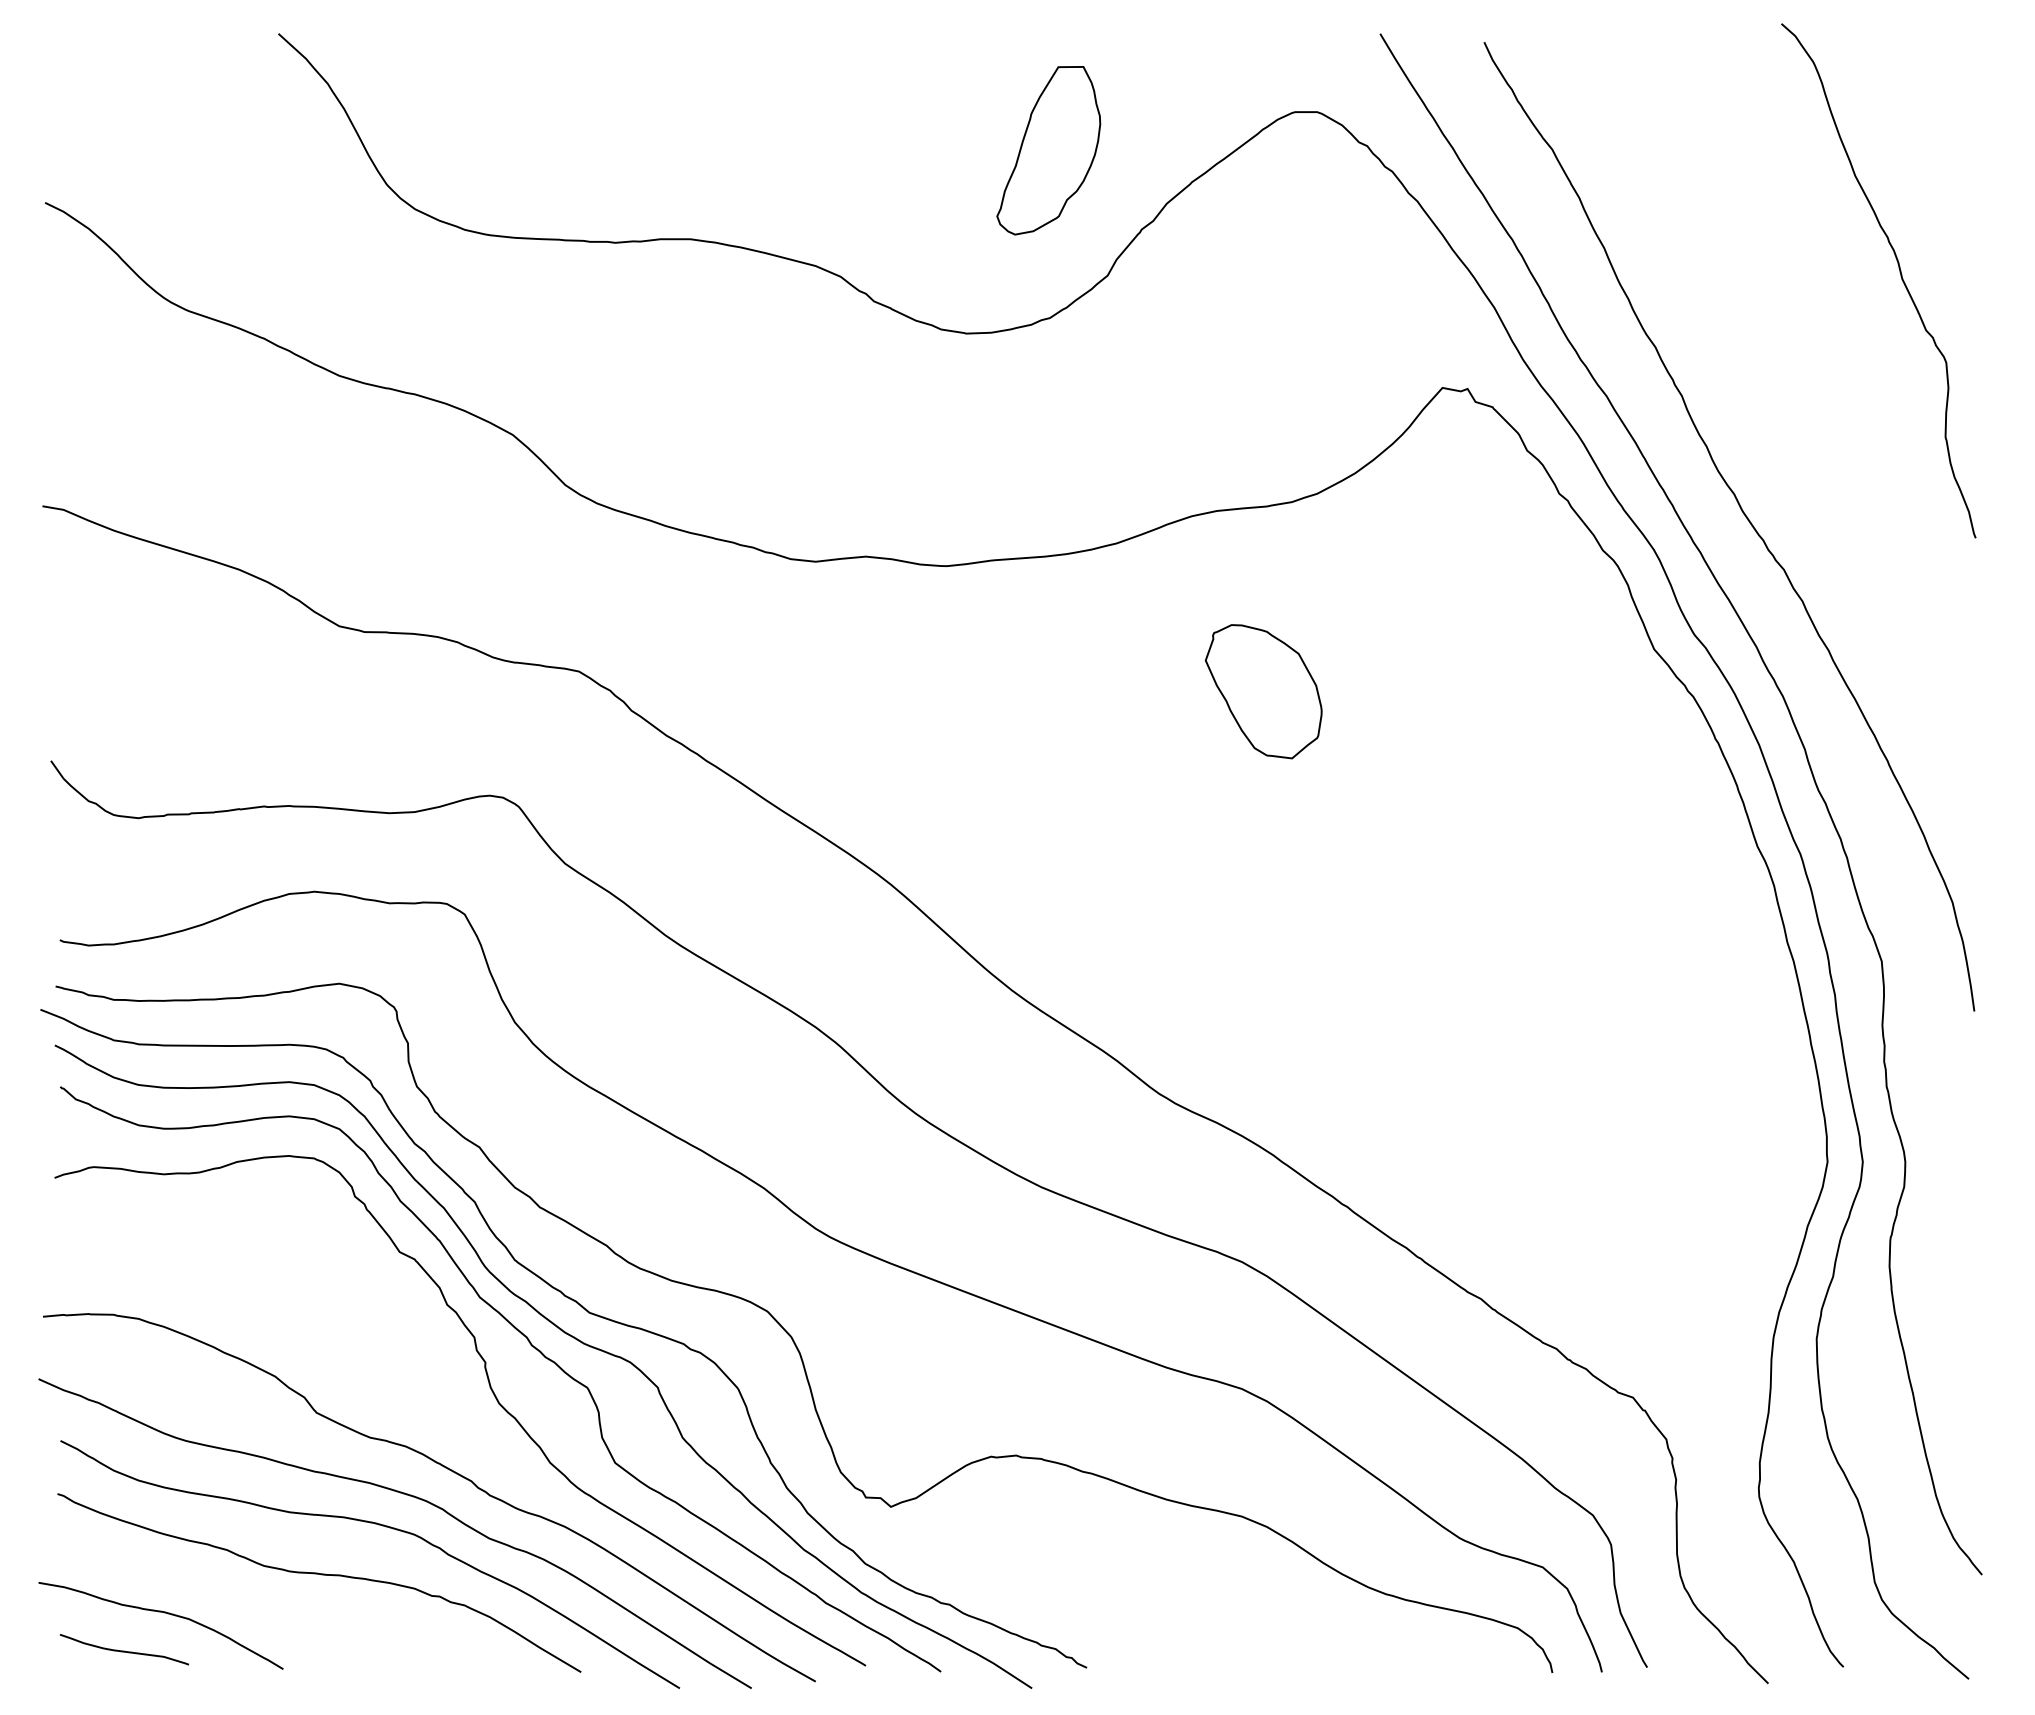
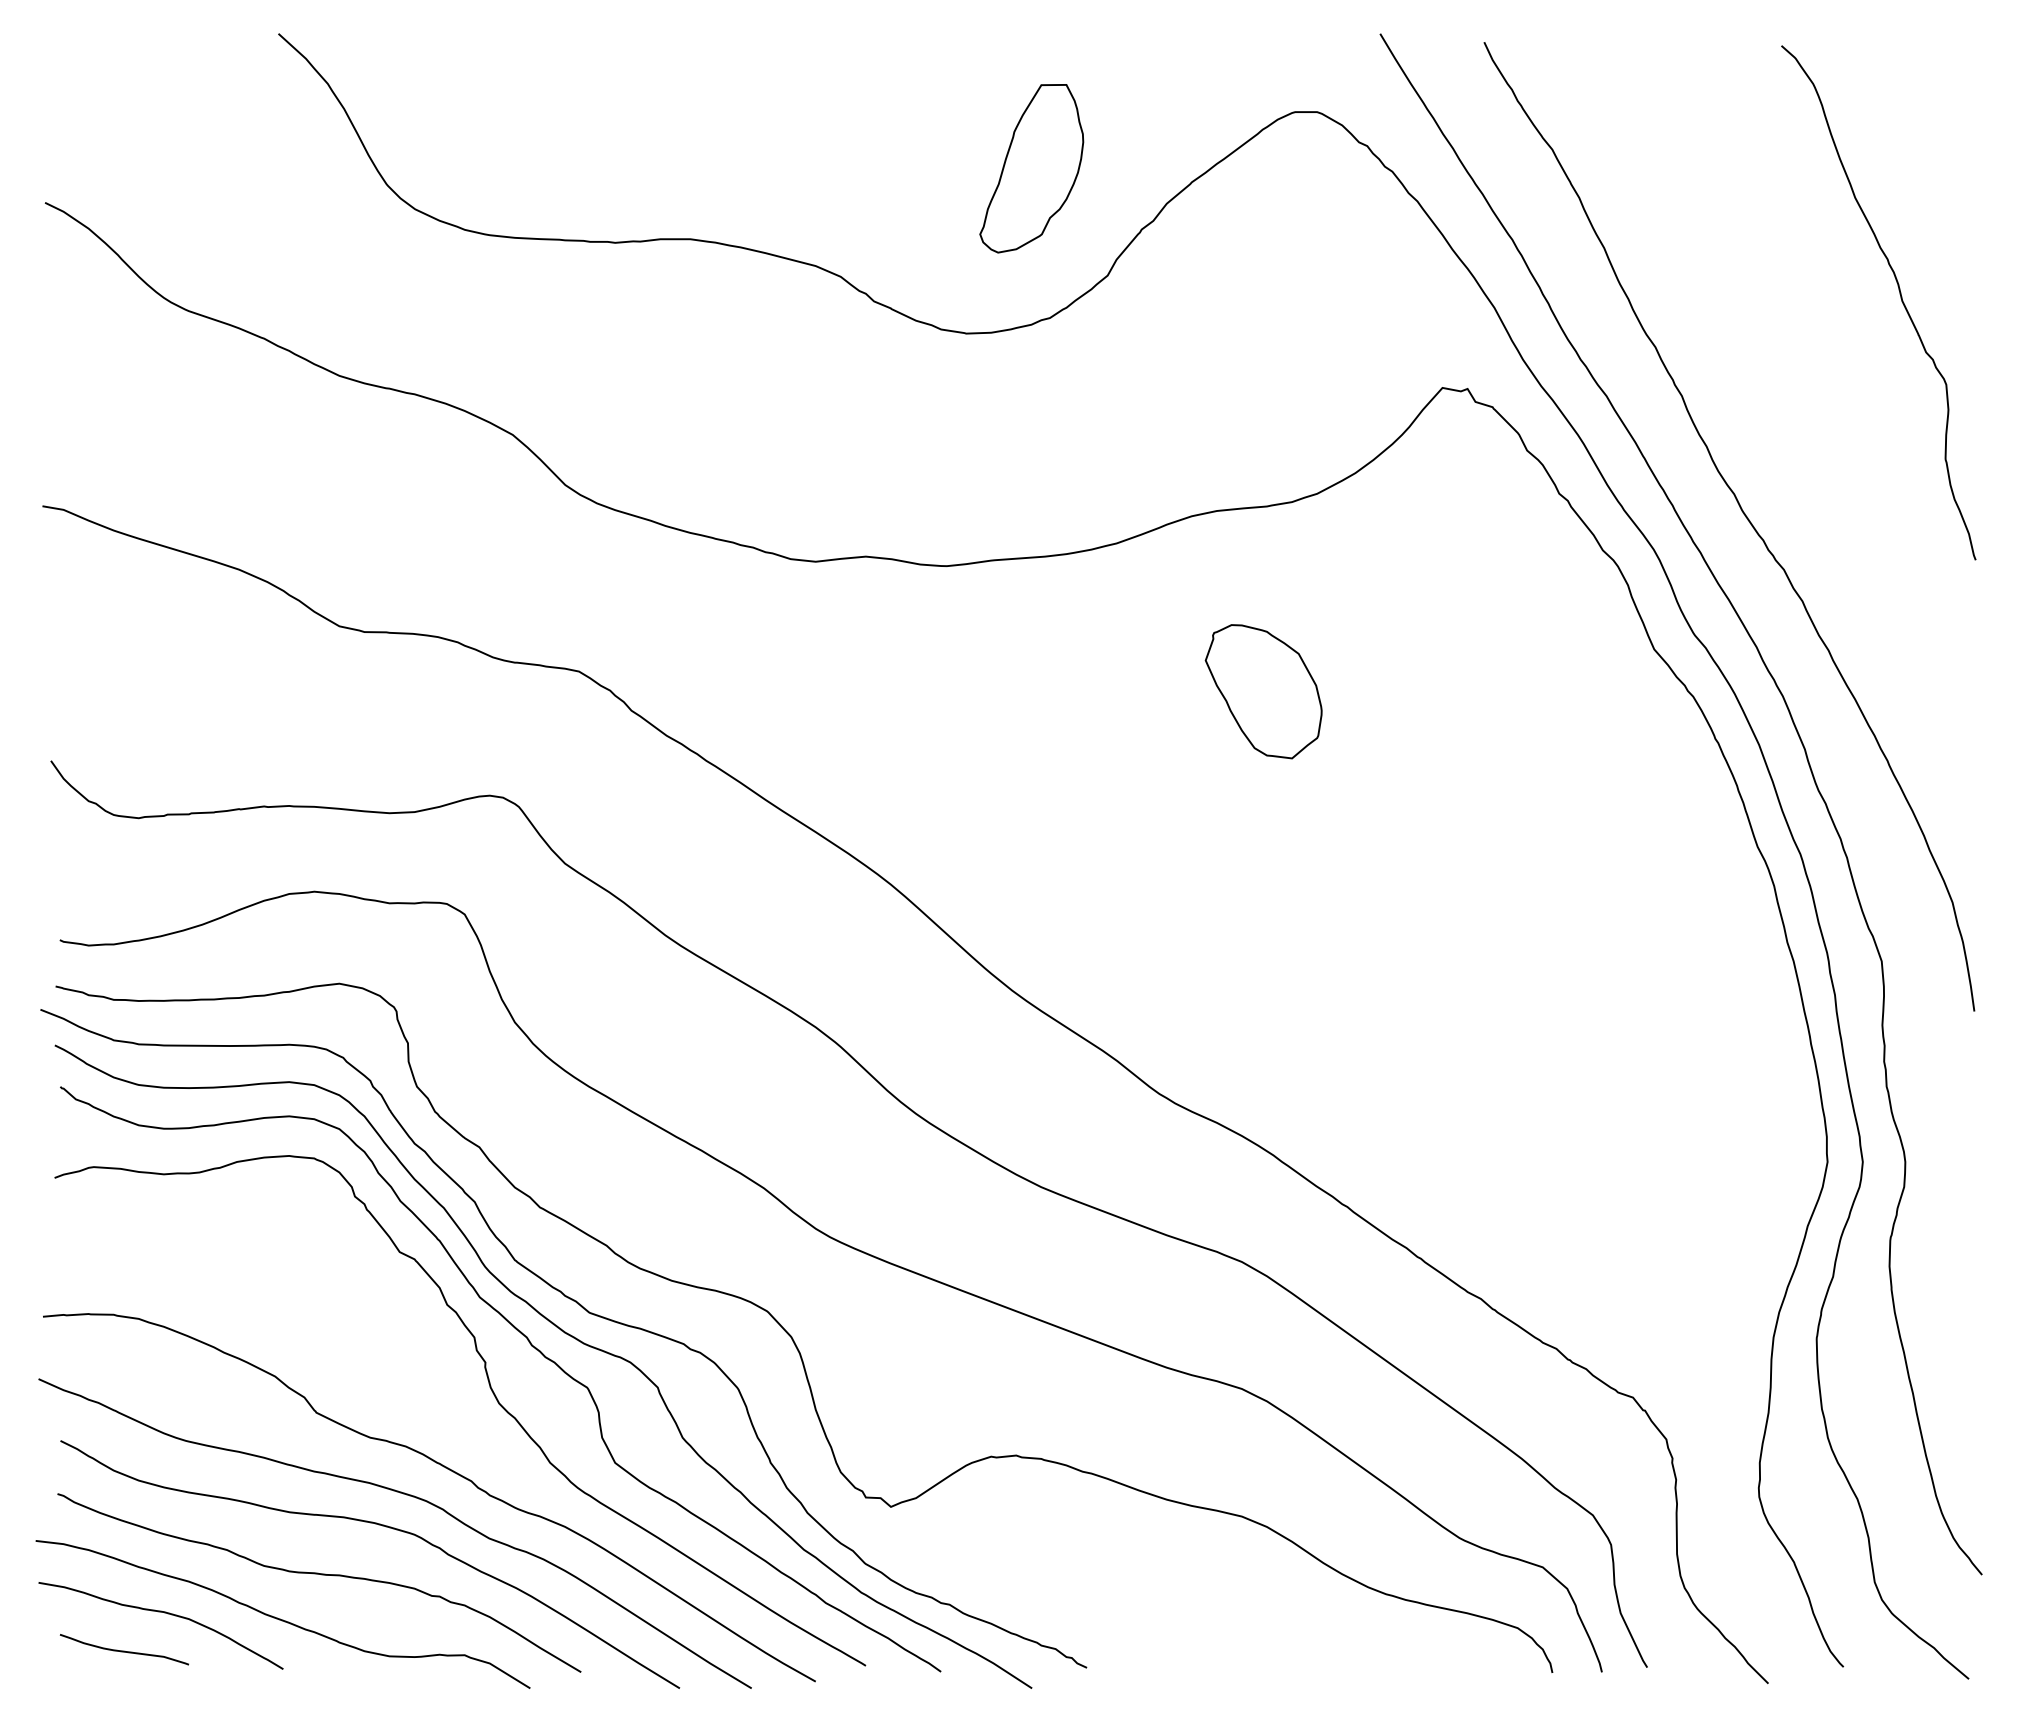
part at (1048, 150) position: (1048, 150) -> (1031, 168)
curve at (1900, 276) position: (1900, 276) -> (1900, 298)
curve at (280, 1618): none -> present
